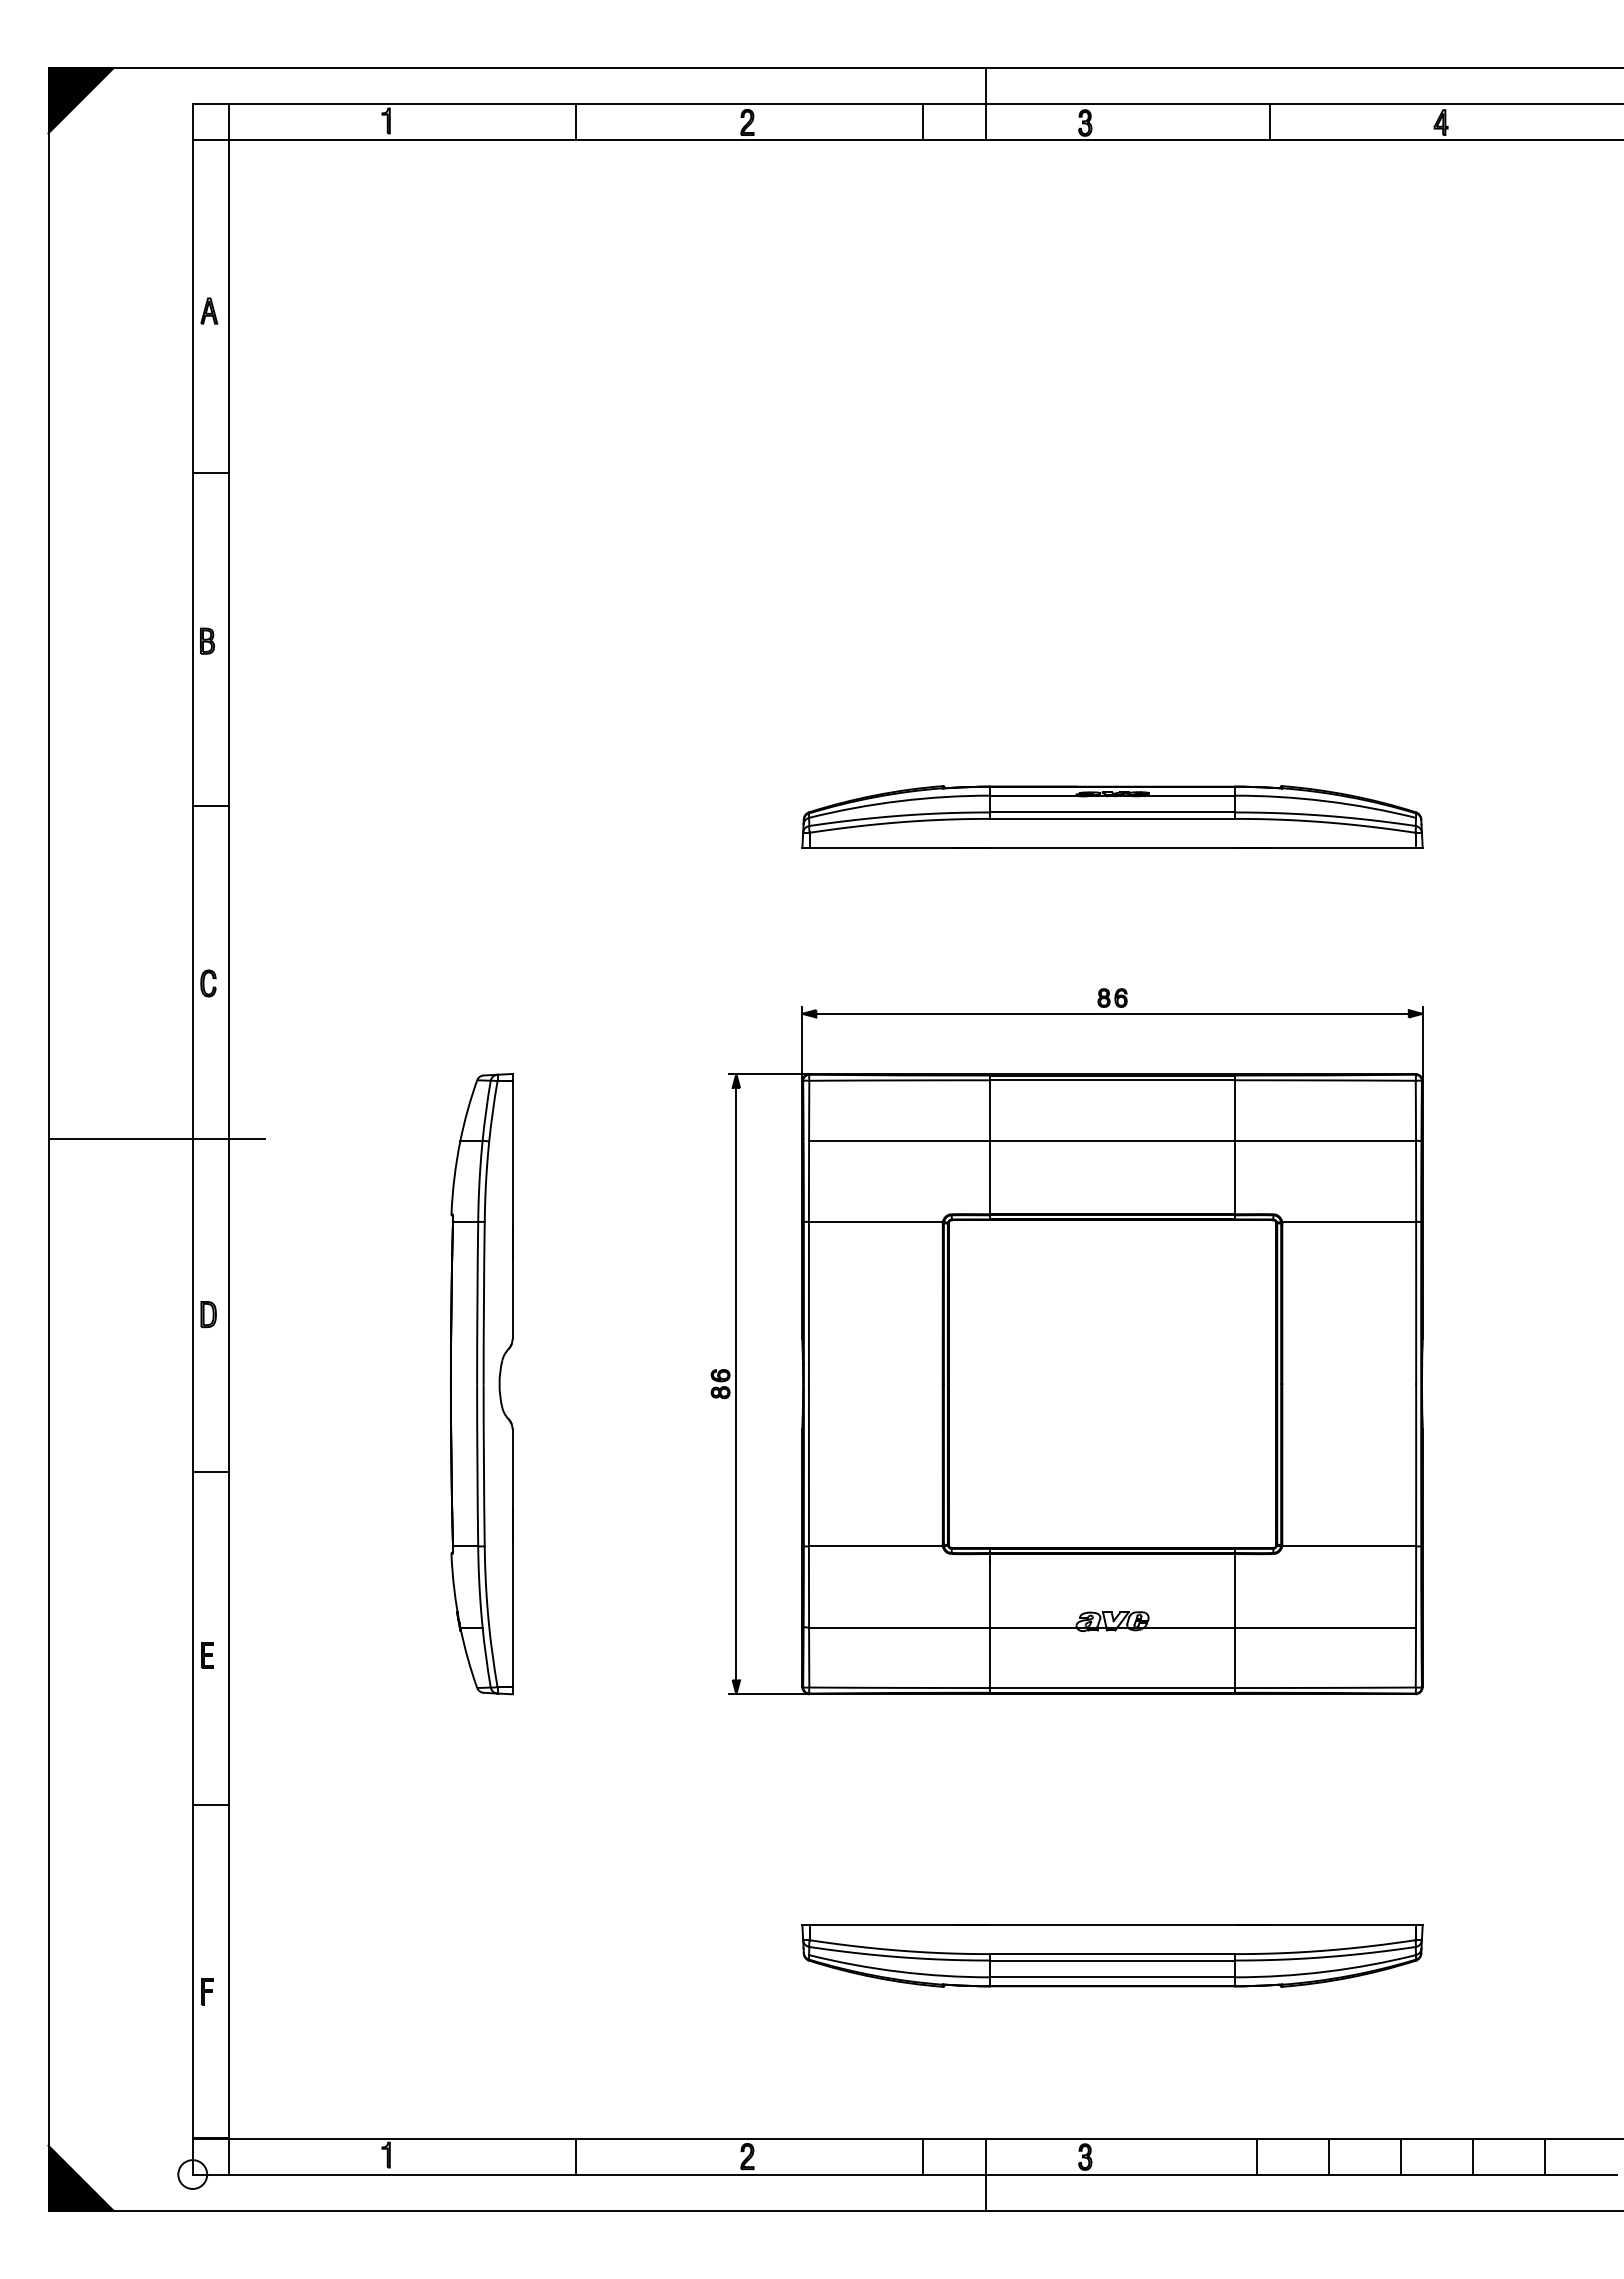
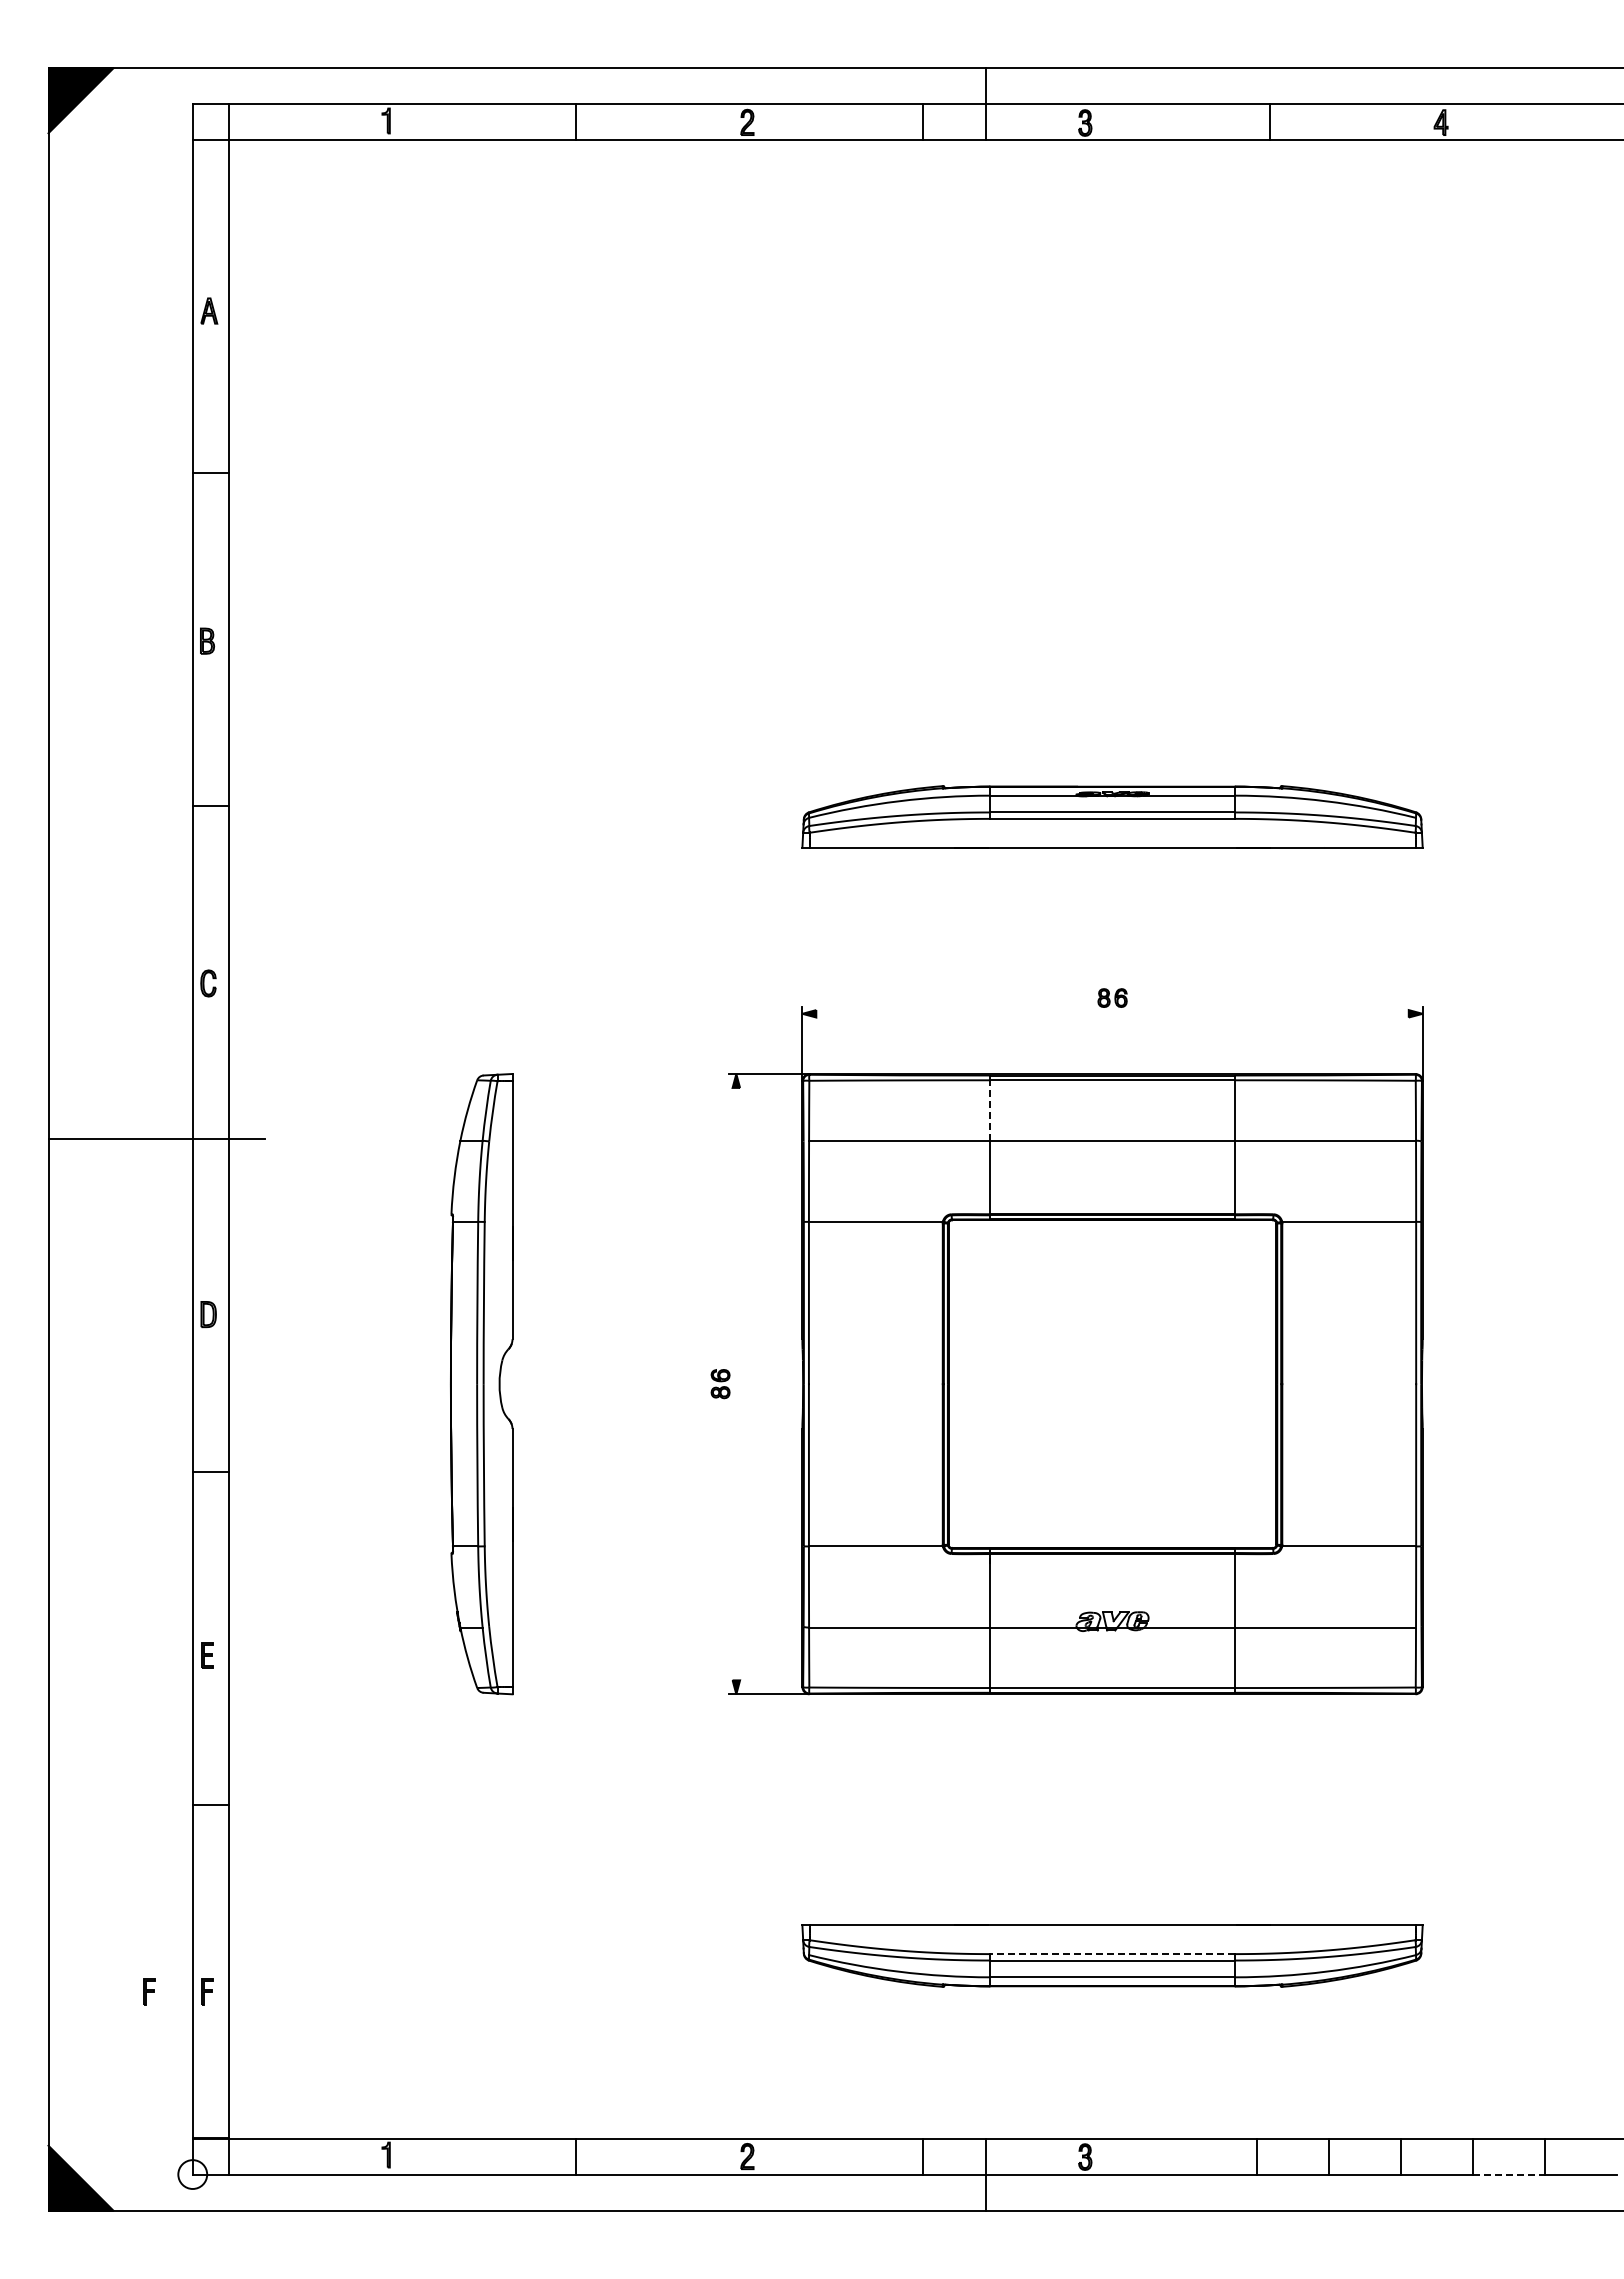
line at (1112, 1013): present -> none
line at (990, 1110): solid -> dashed
line at (736, 1383): present -> none
line at (1112, 1954): solid -> dashed
part at (149, 1991): none -> present
line at (1509, 2174): solid -> dashed
